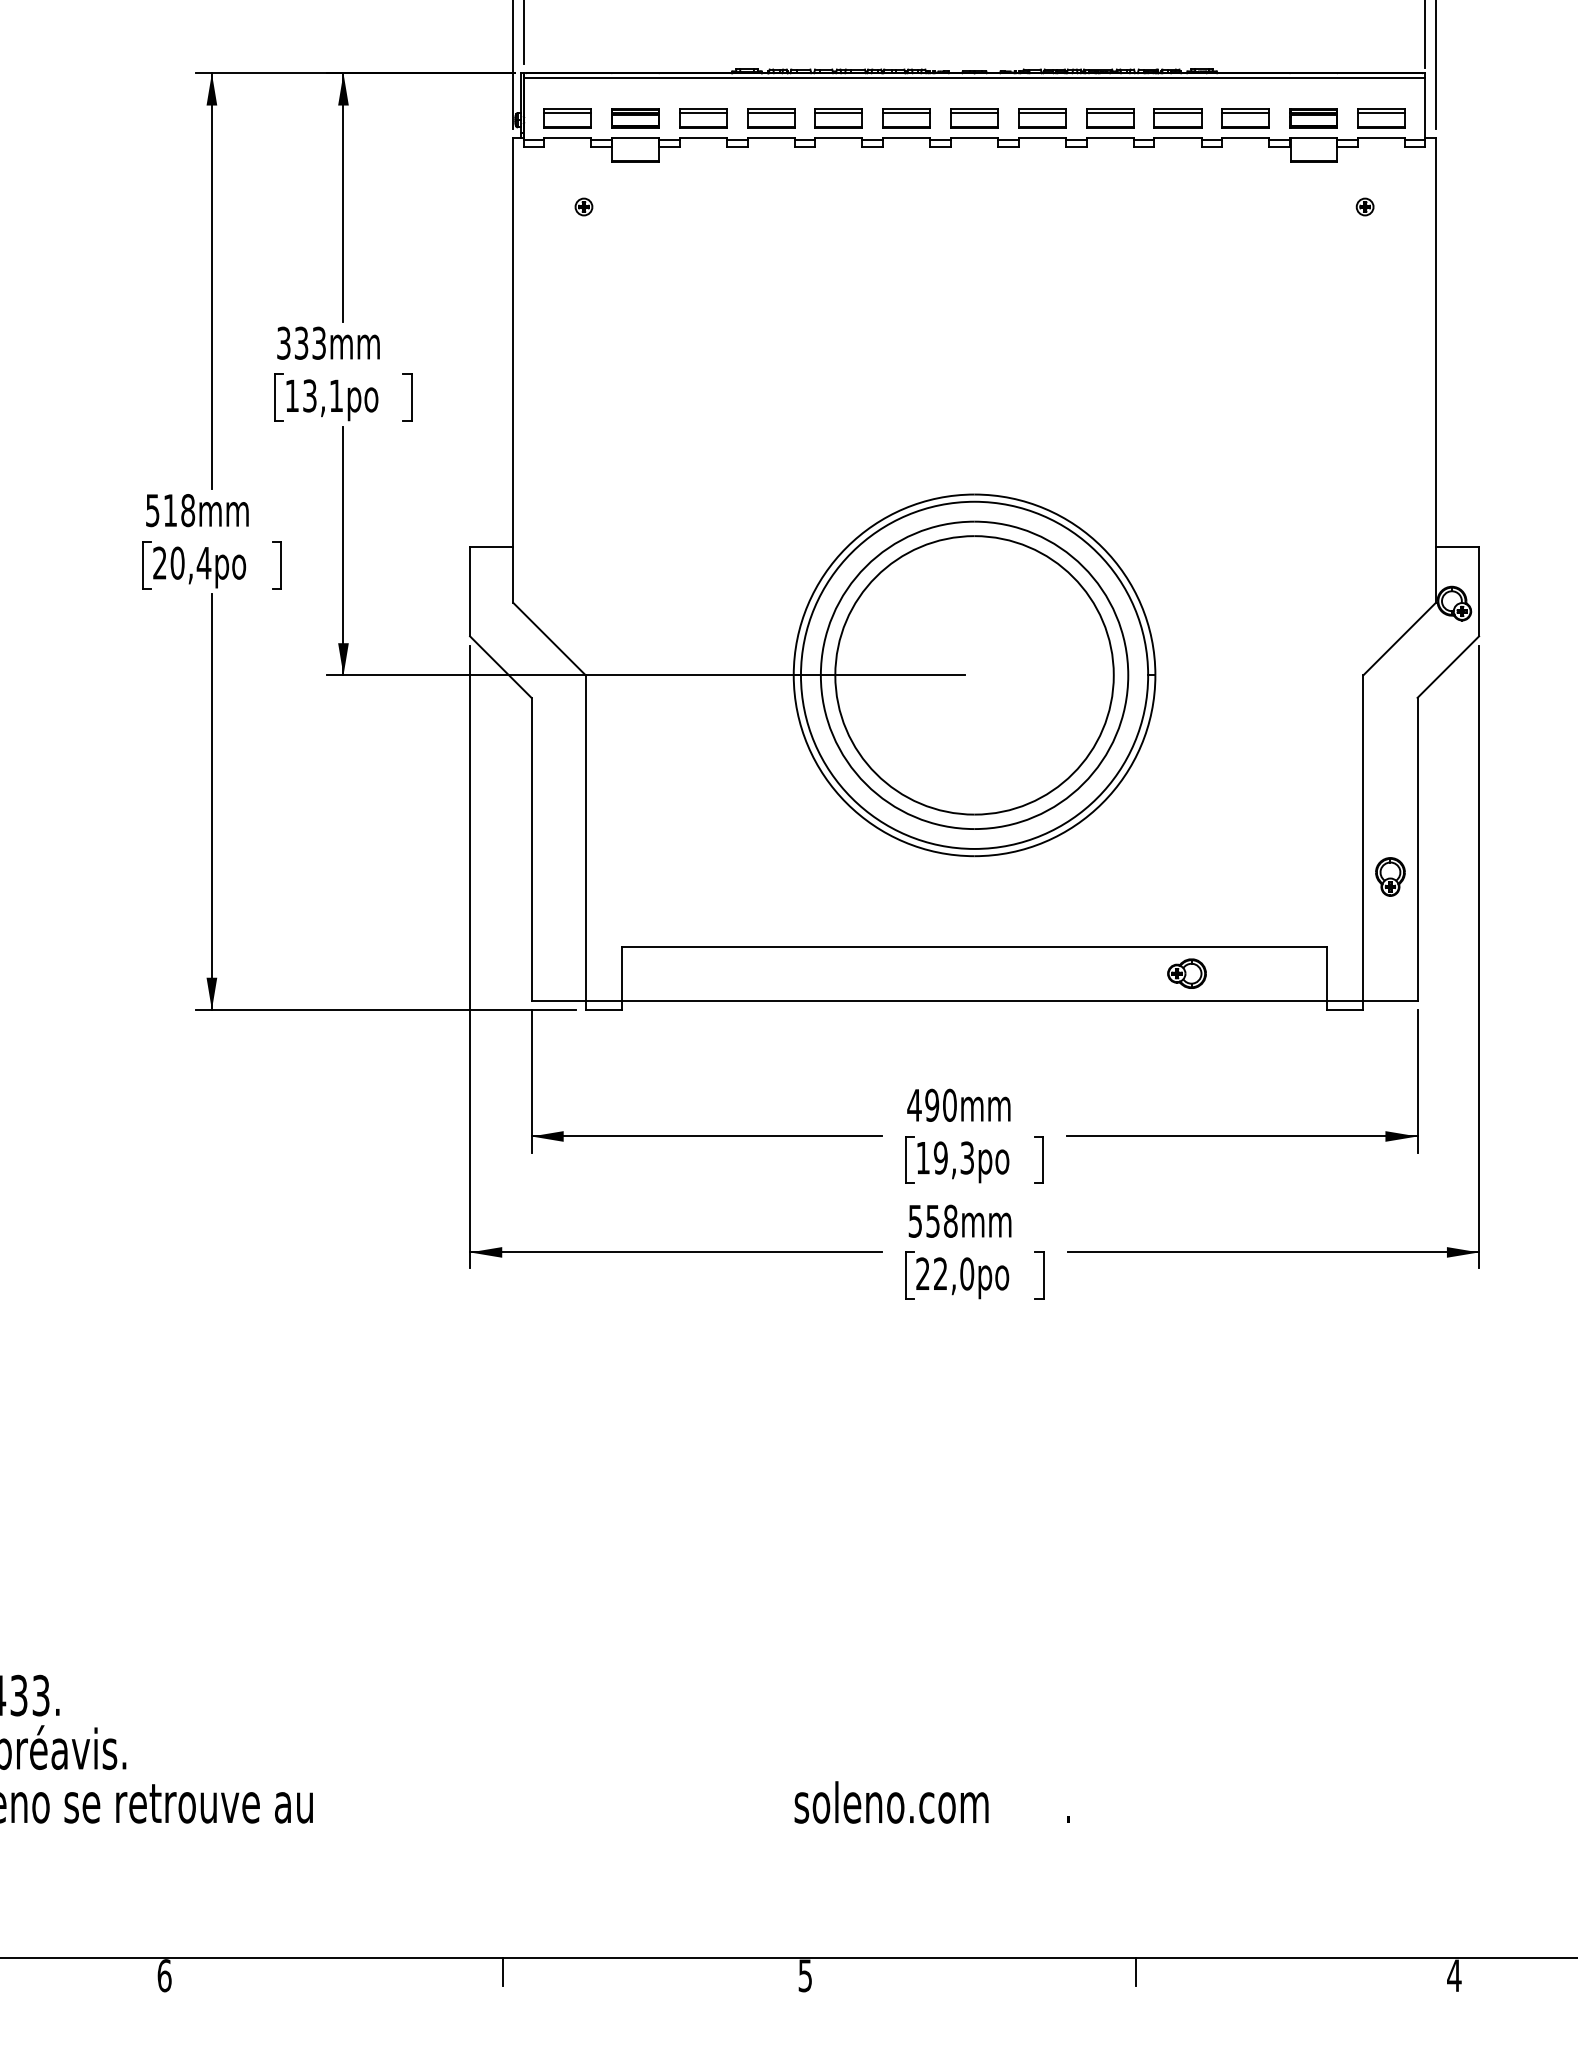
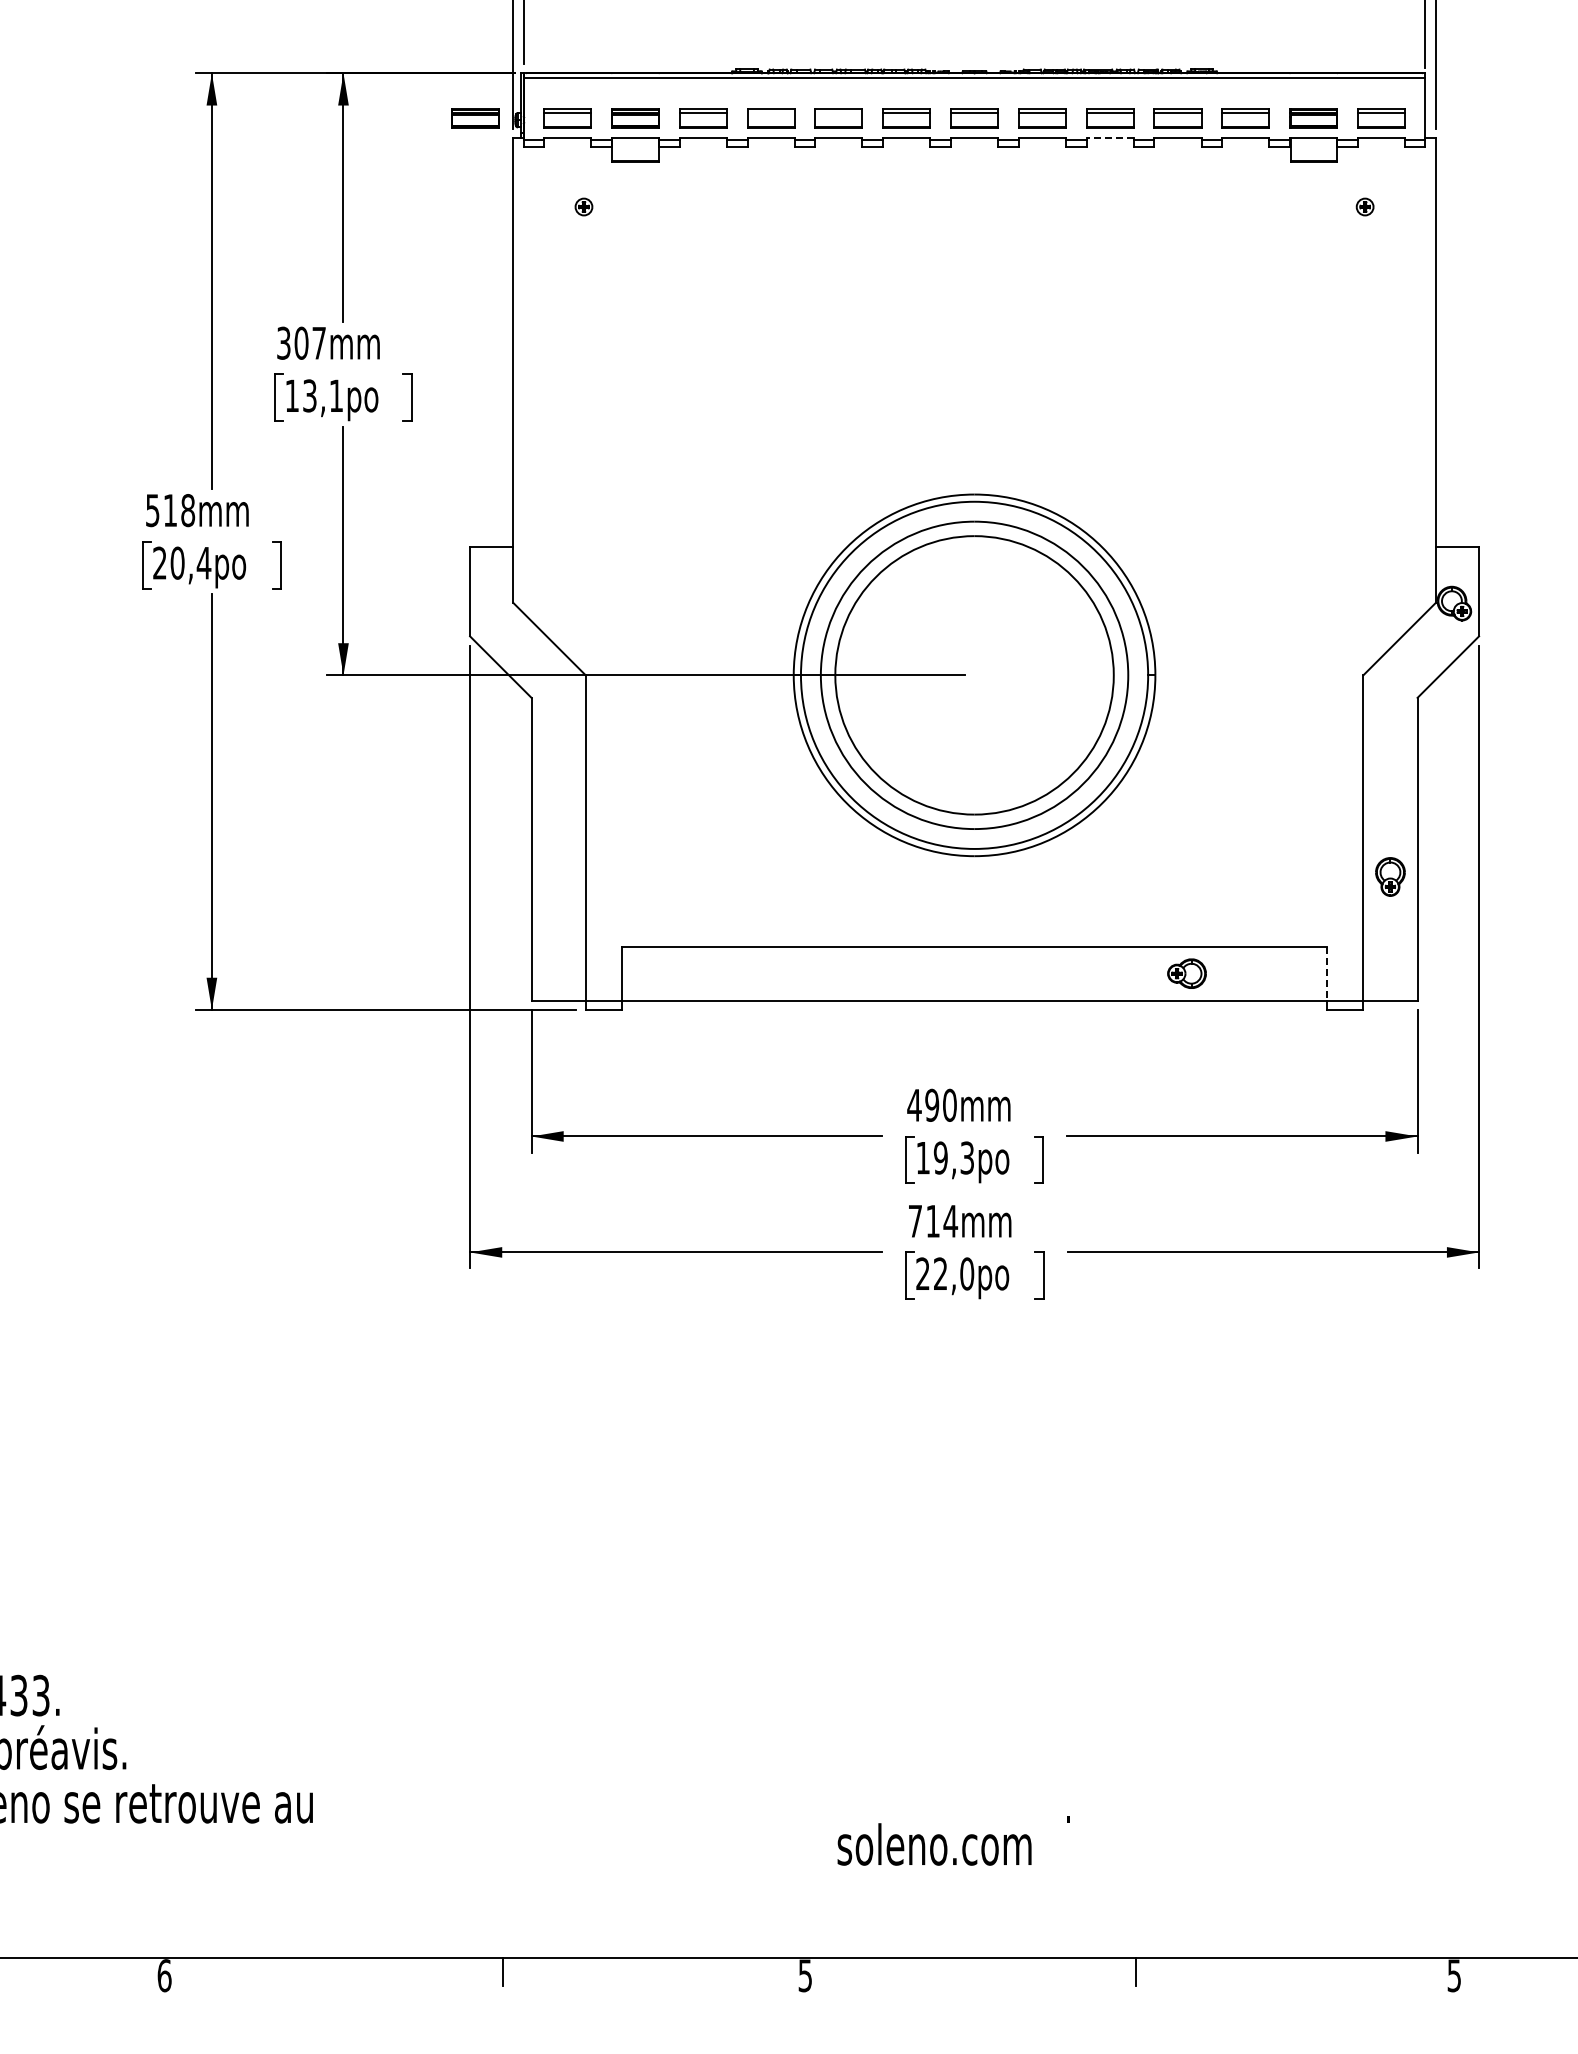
line at (770, 113): present -> none
line at (838, 113): present -> none
part at (475, 118): none -> present
line at (1110, 138): solid -> dashed
text at (309, 342): 333mm -> 307mm
line at (1327, 974): solid -> dashed
text at (933, 1220): 558mm -> 714mm
text at (891, 1802) position: (891, 1802) -> (934, 1844)
text at (1454, 1975): 4 -> 5
